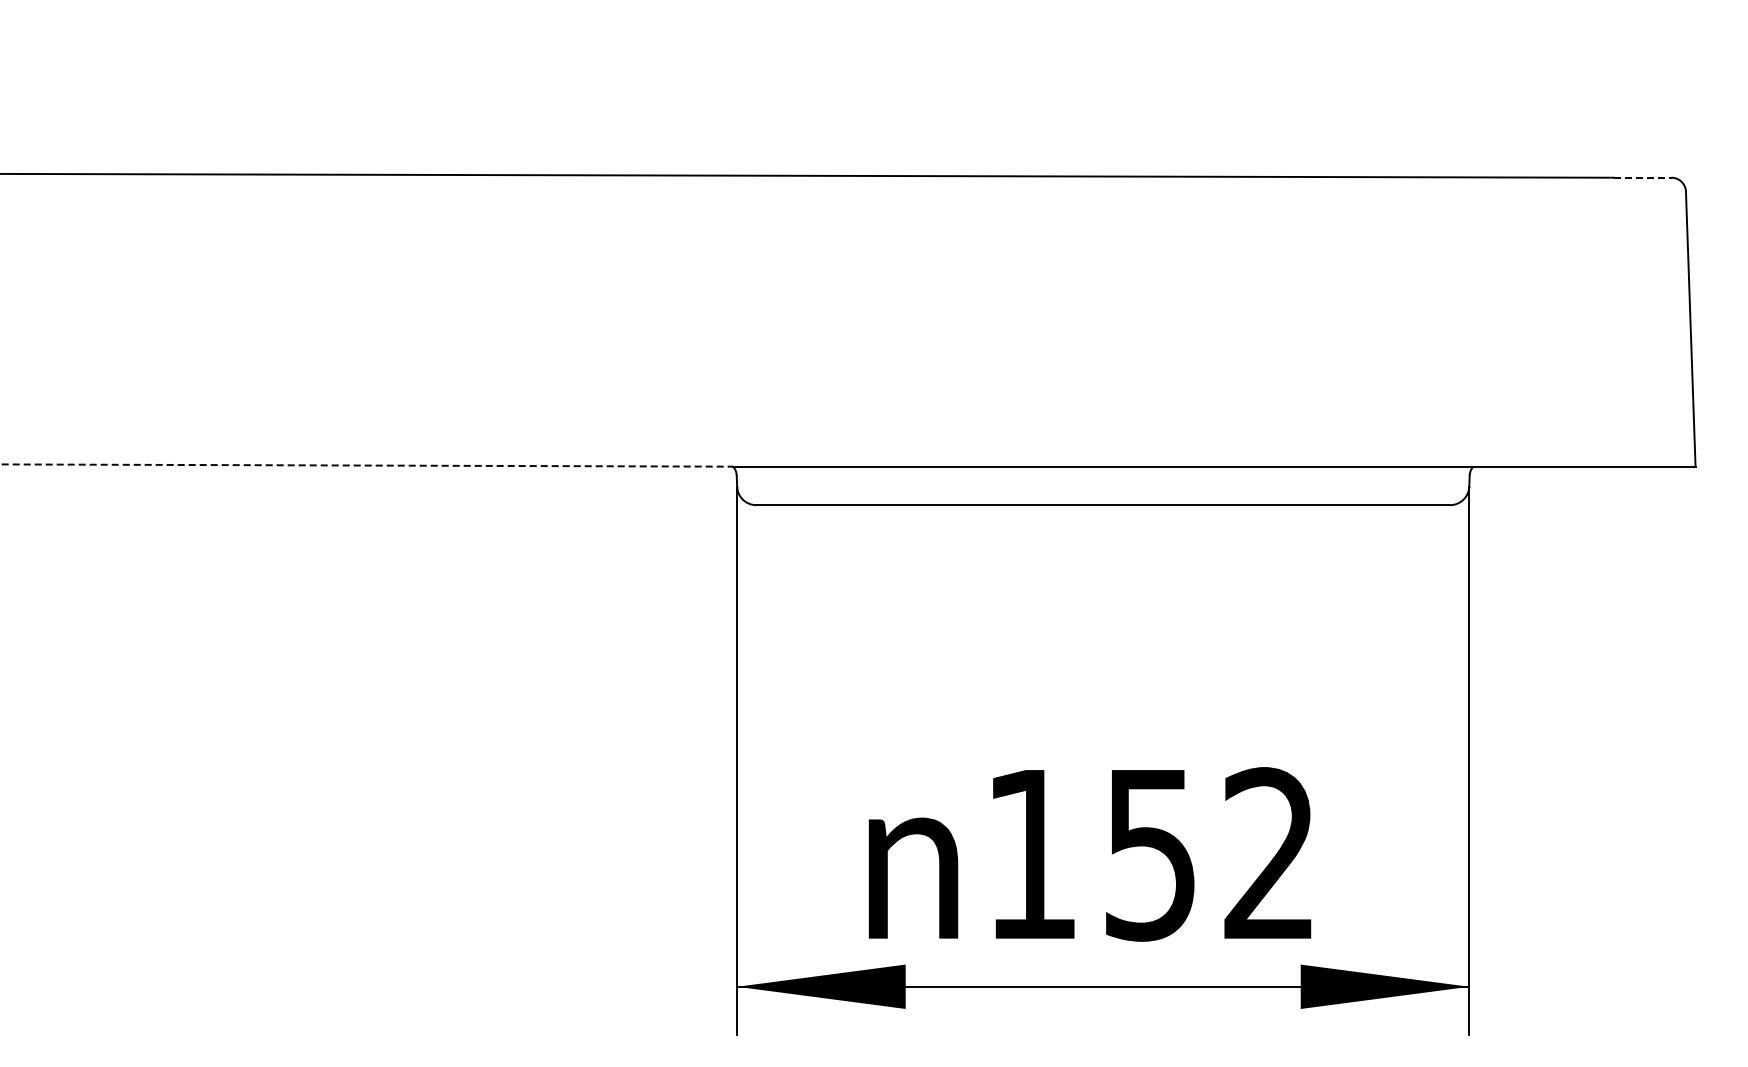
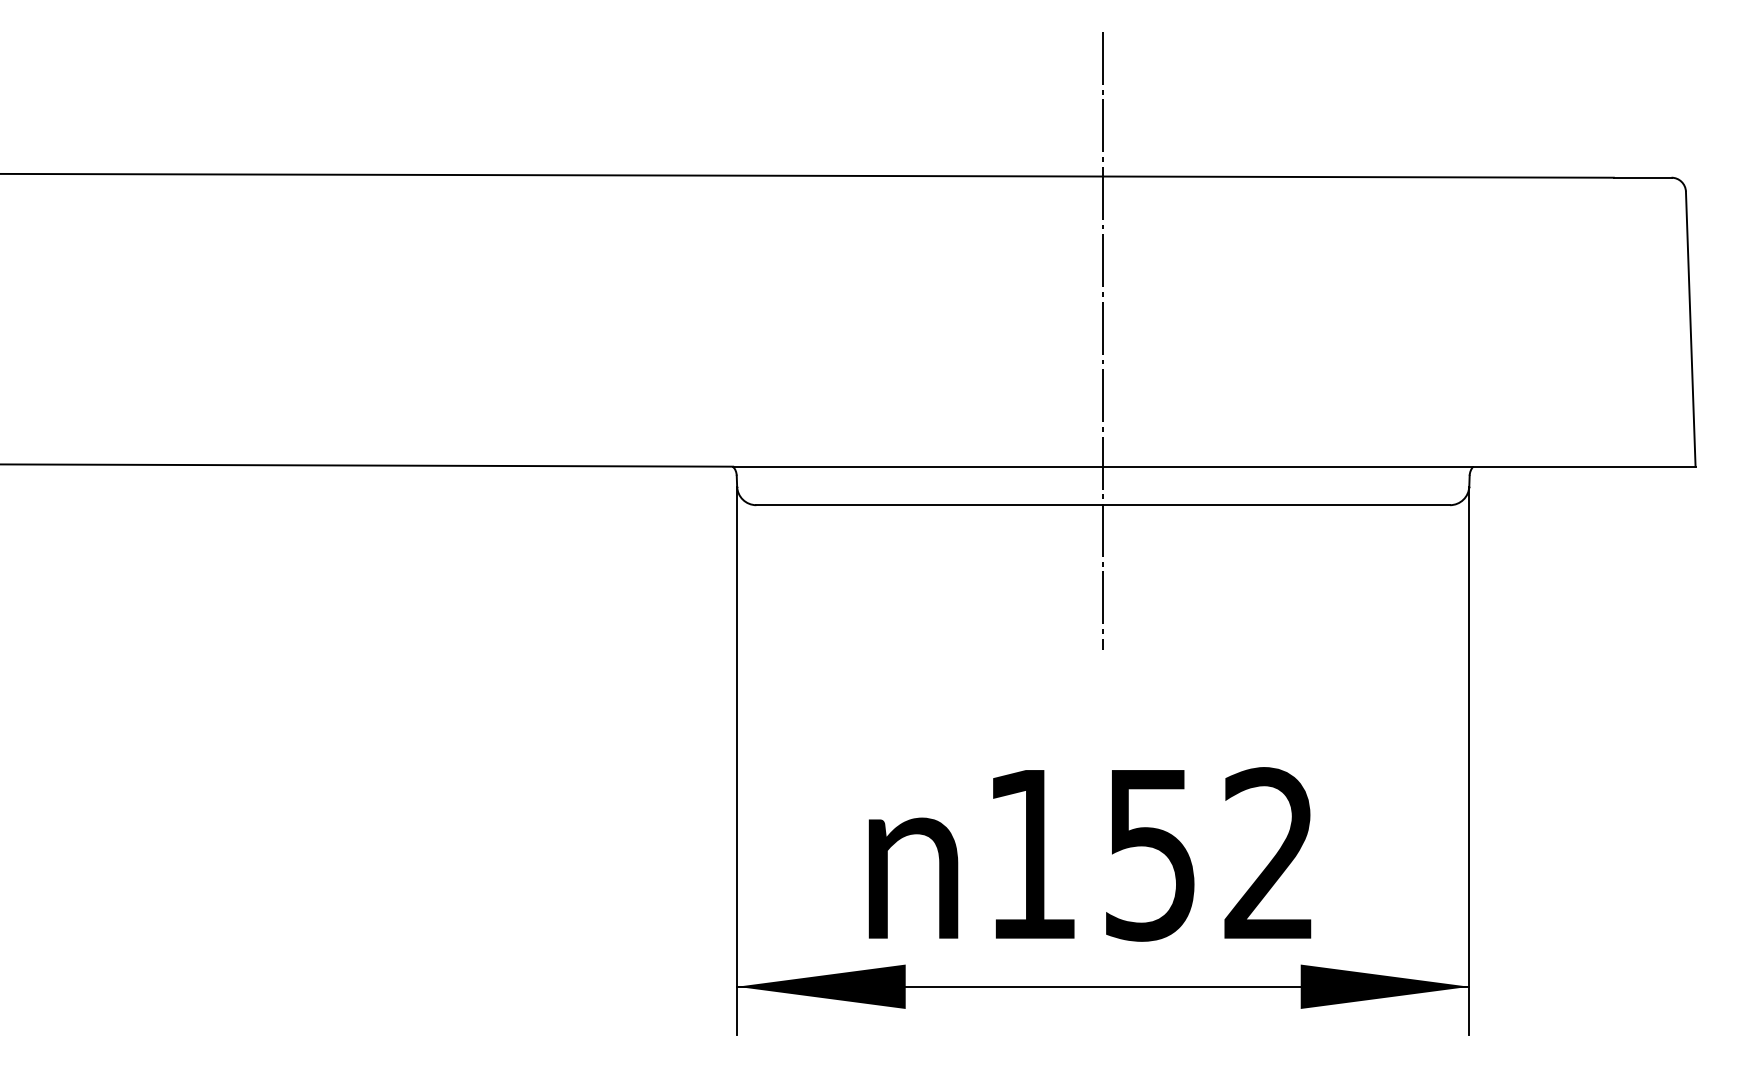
line at (1642, 177): dashed -> solid
line at (1102, 340): none -> present
line at (367, 465): dashed -> solid
